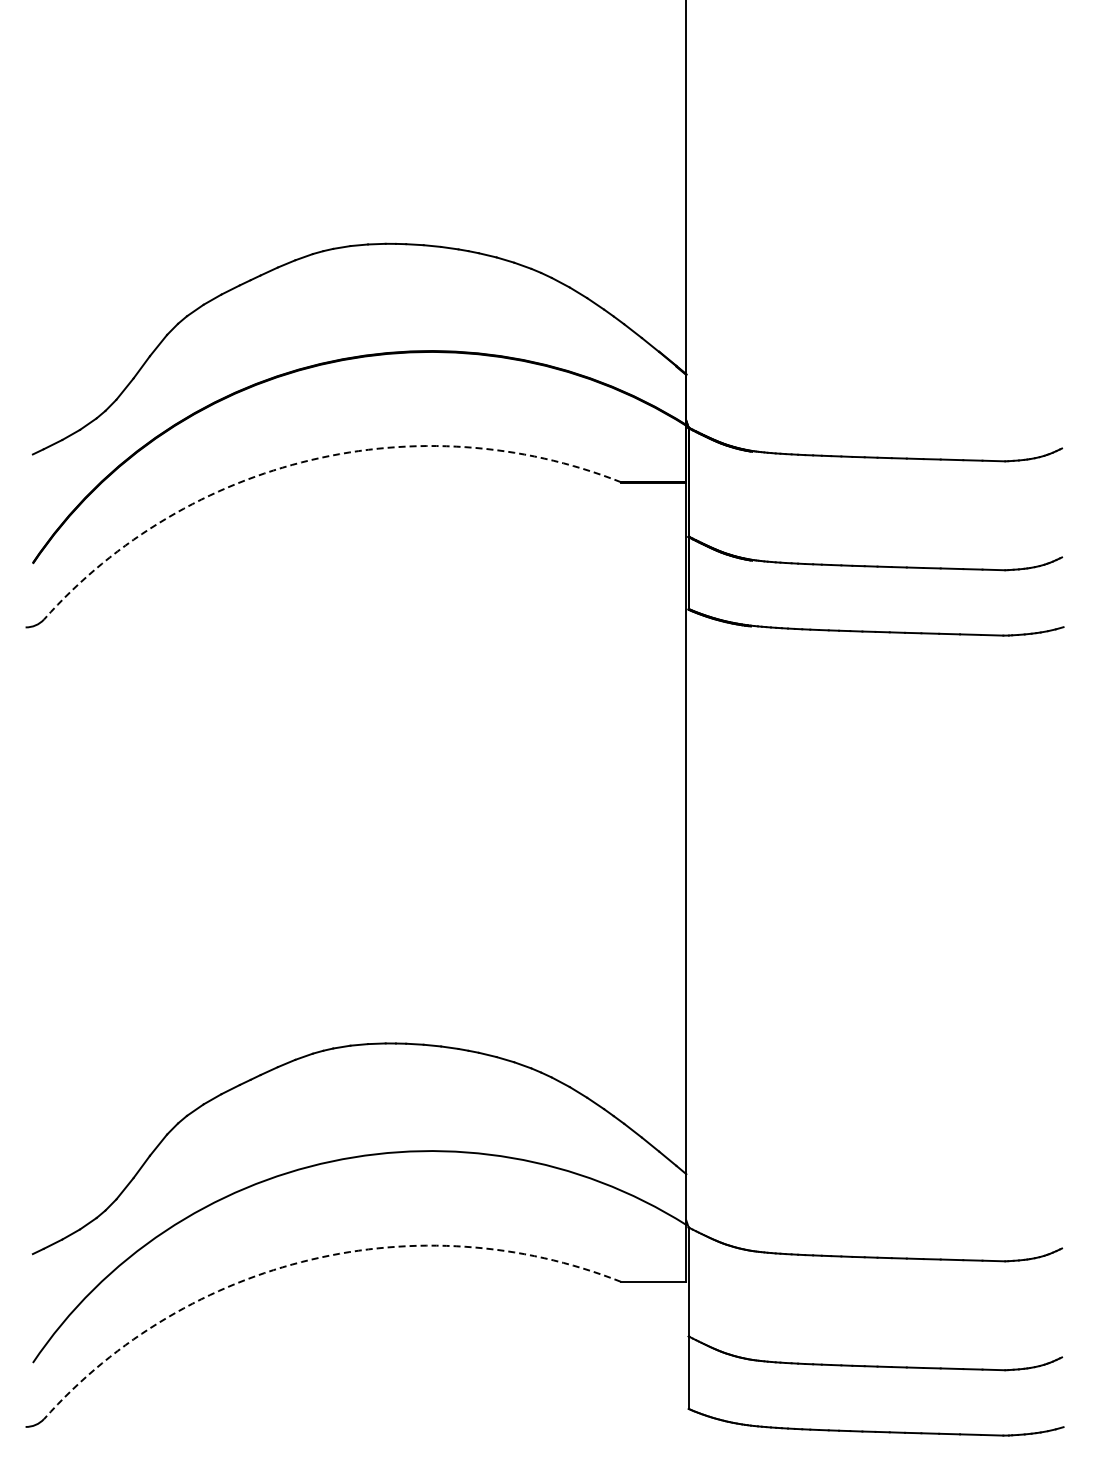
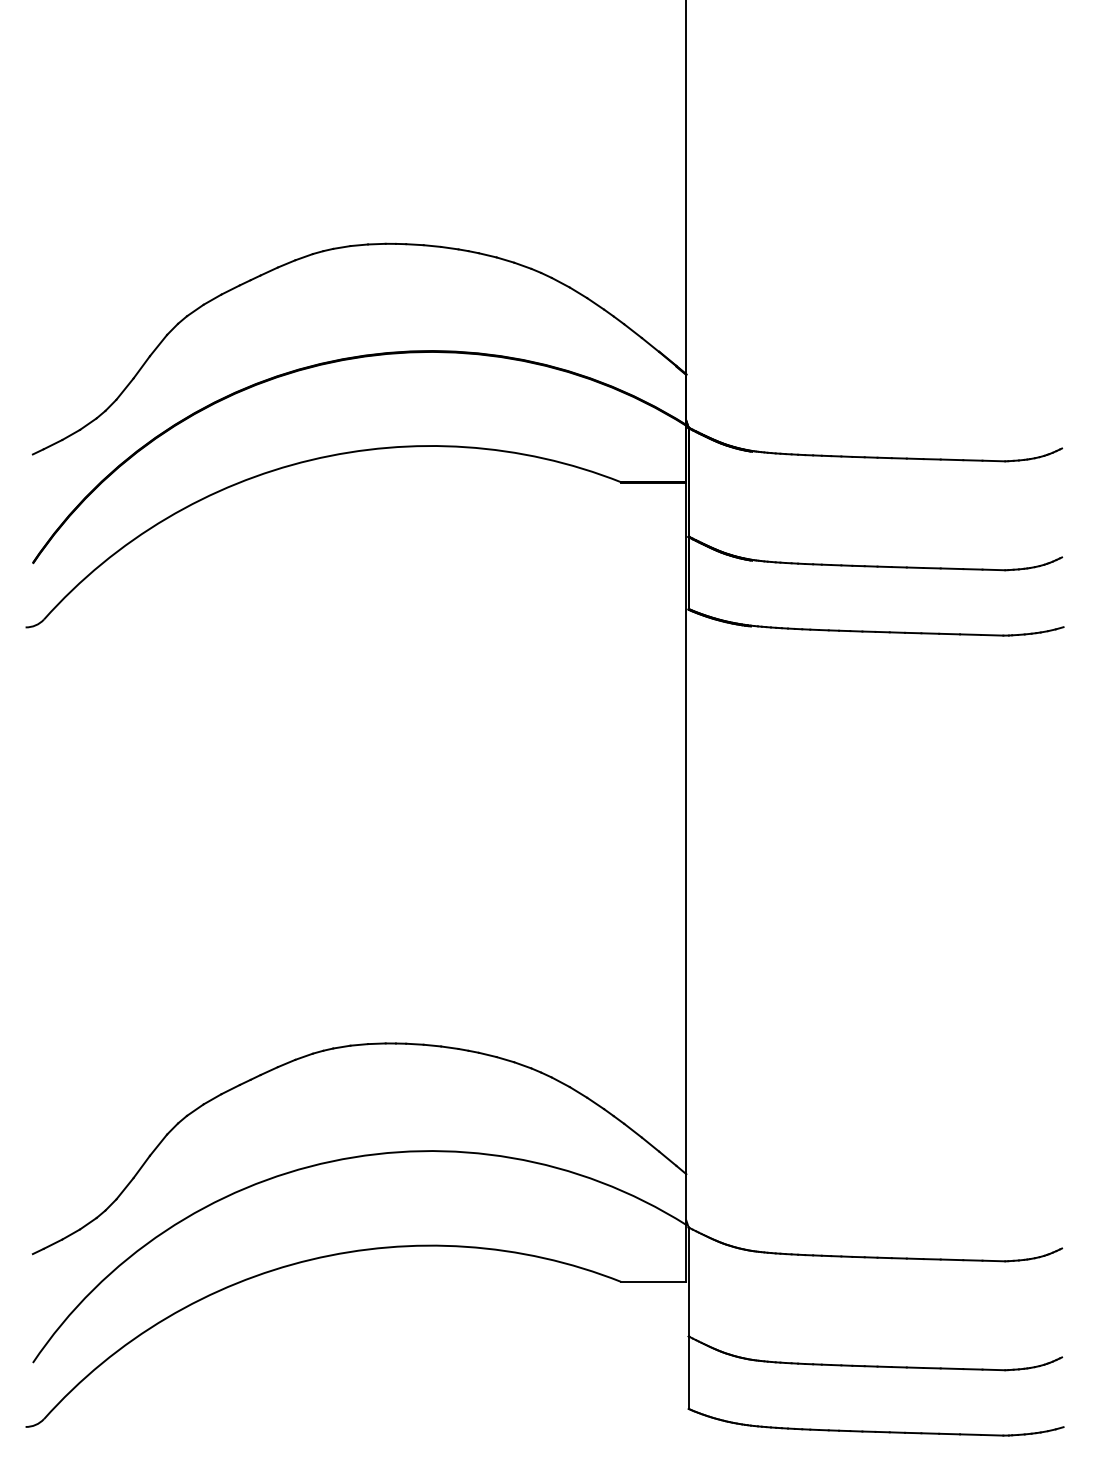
arc at (310, 460): dashed -> solid
arc at (310, 1259): dashed -> solid
